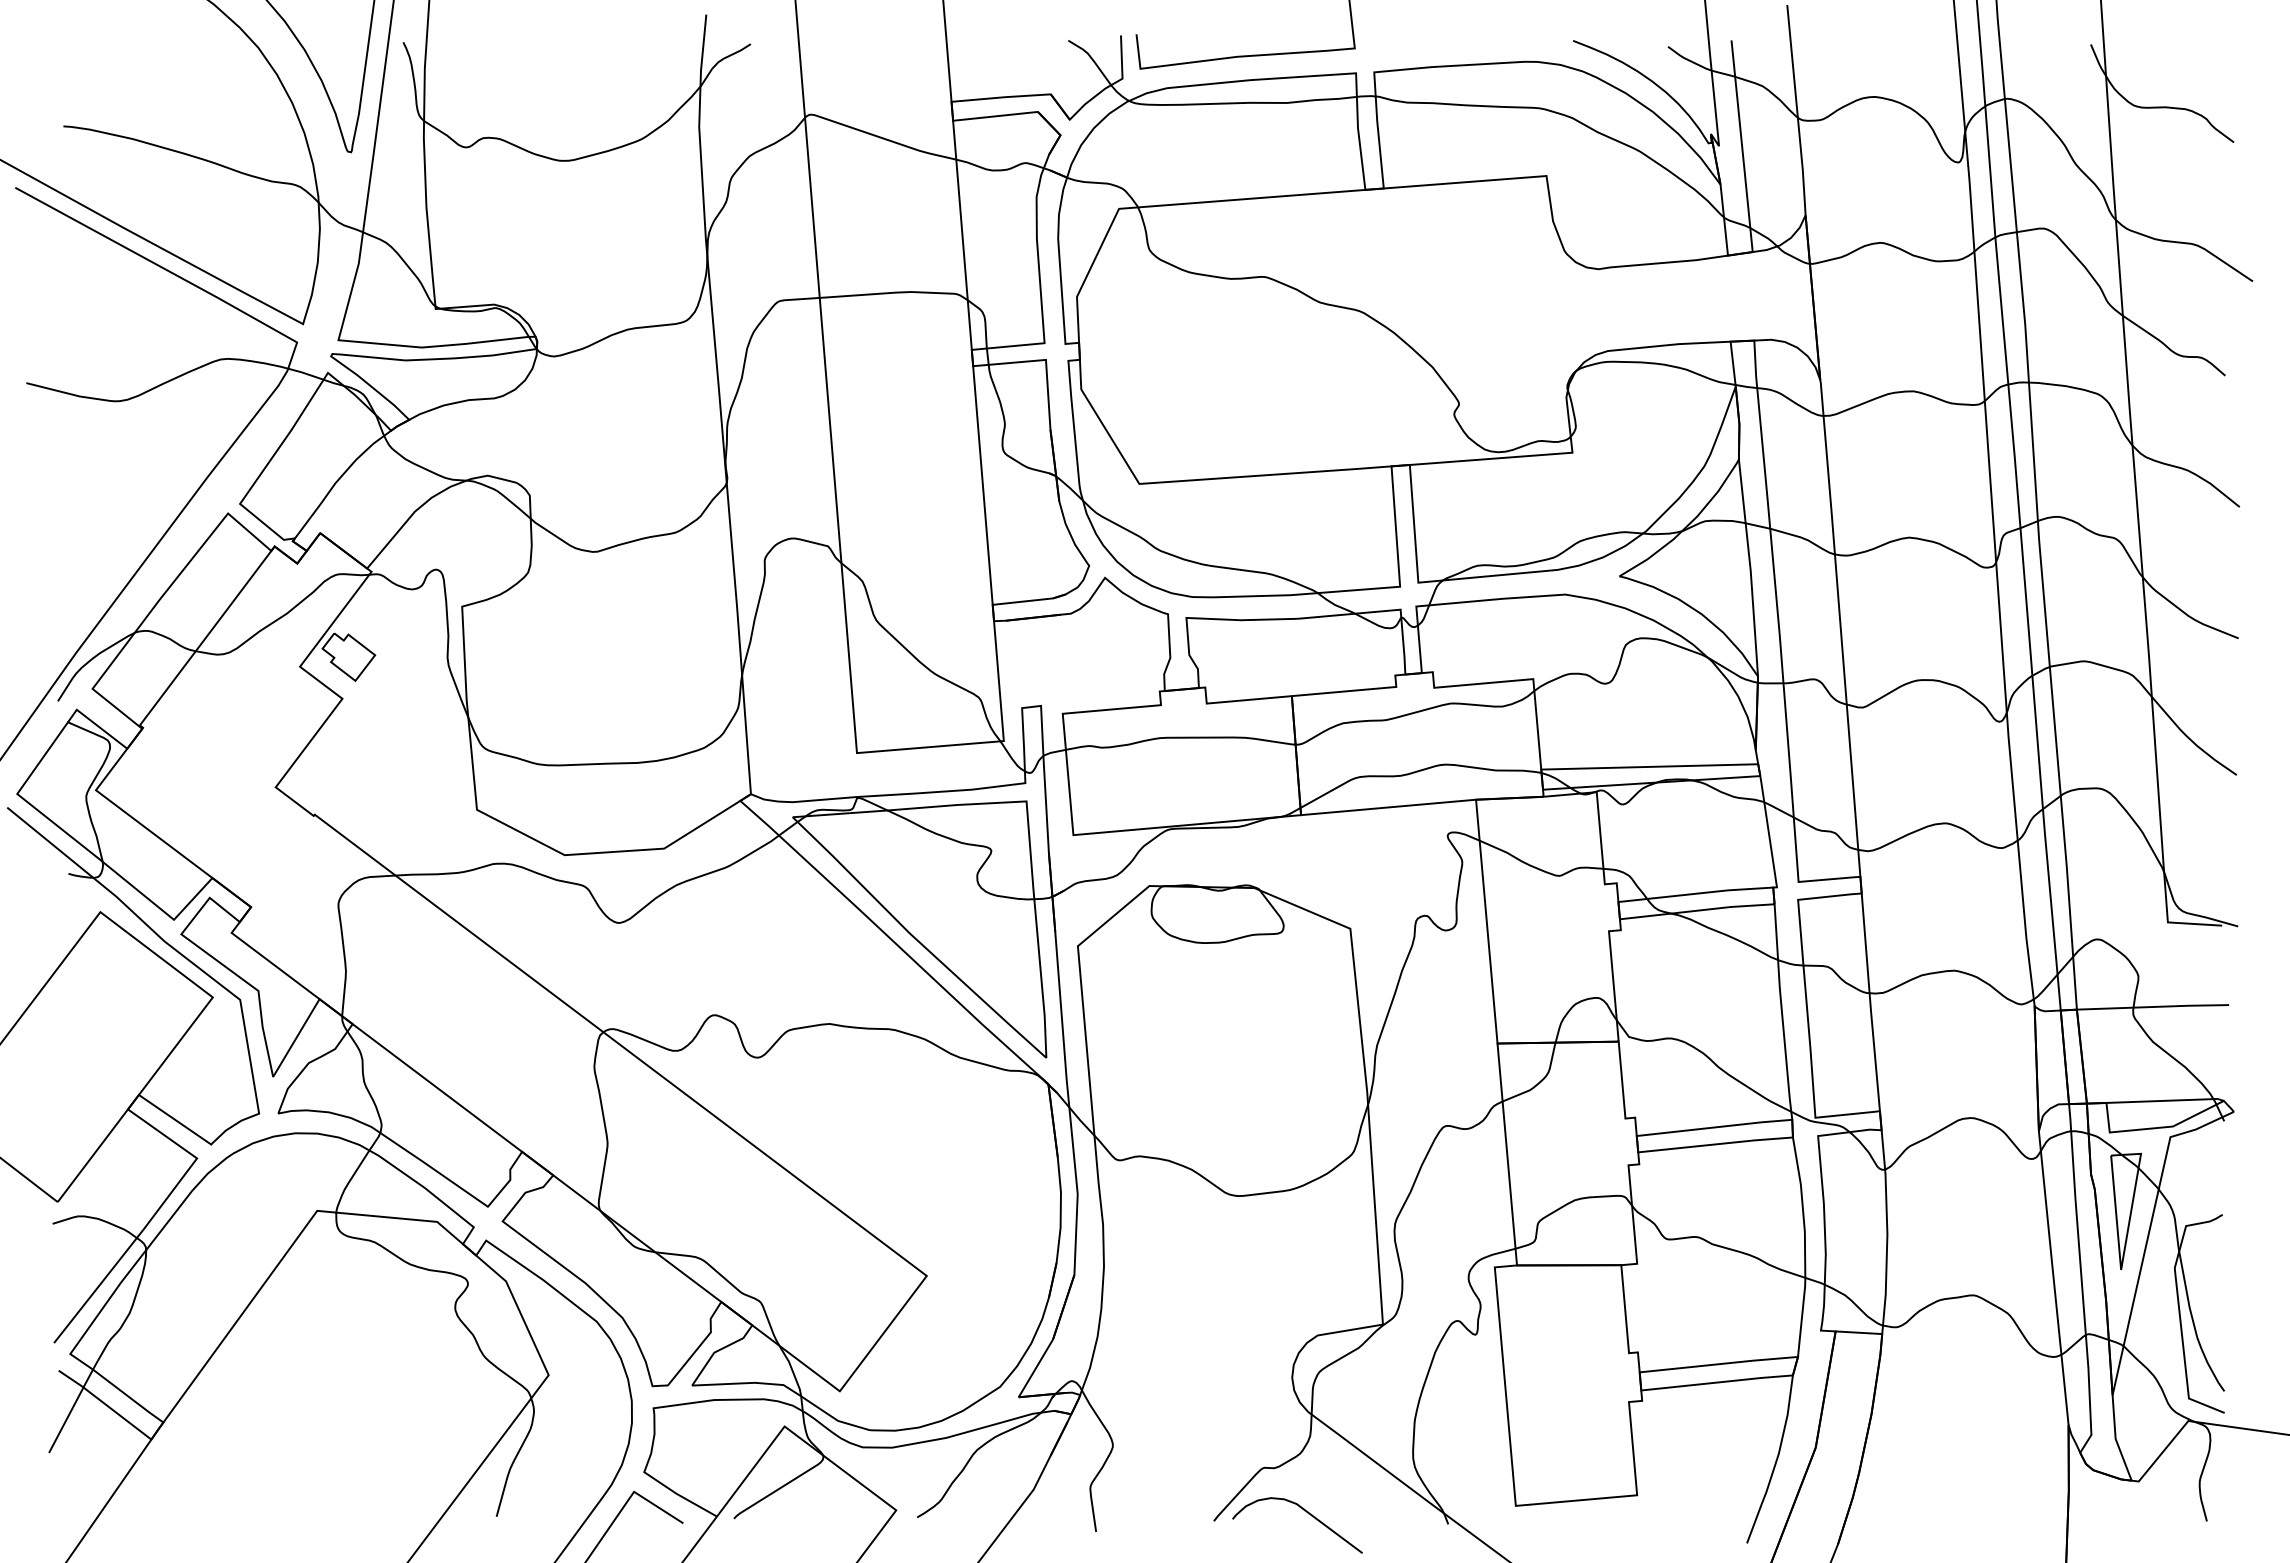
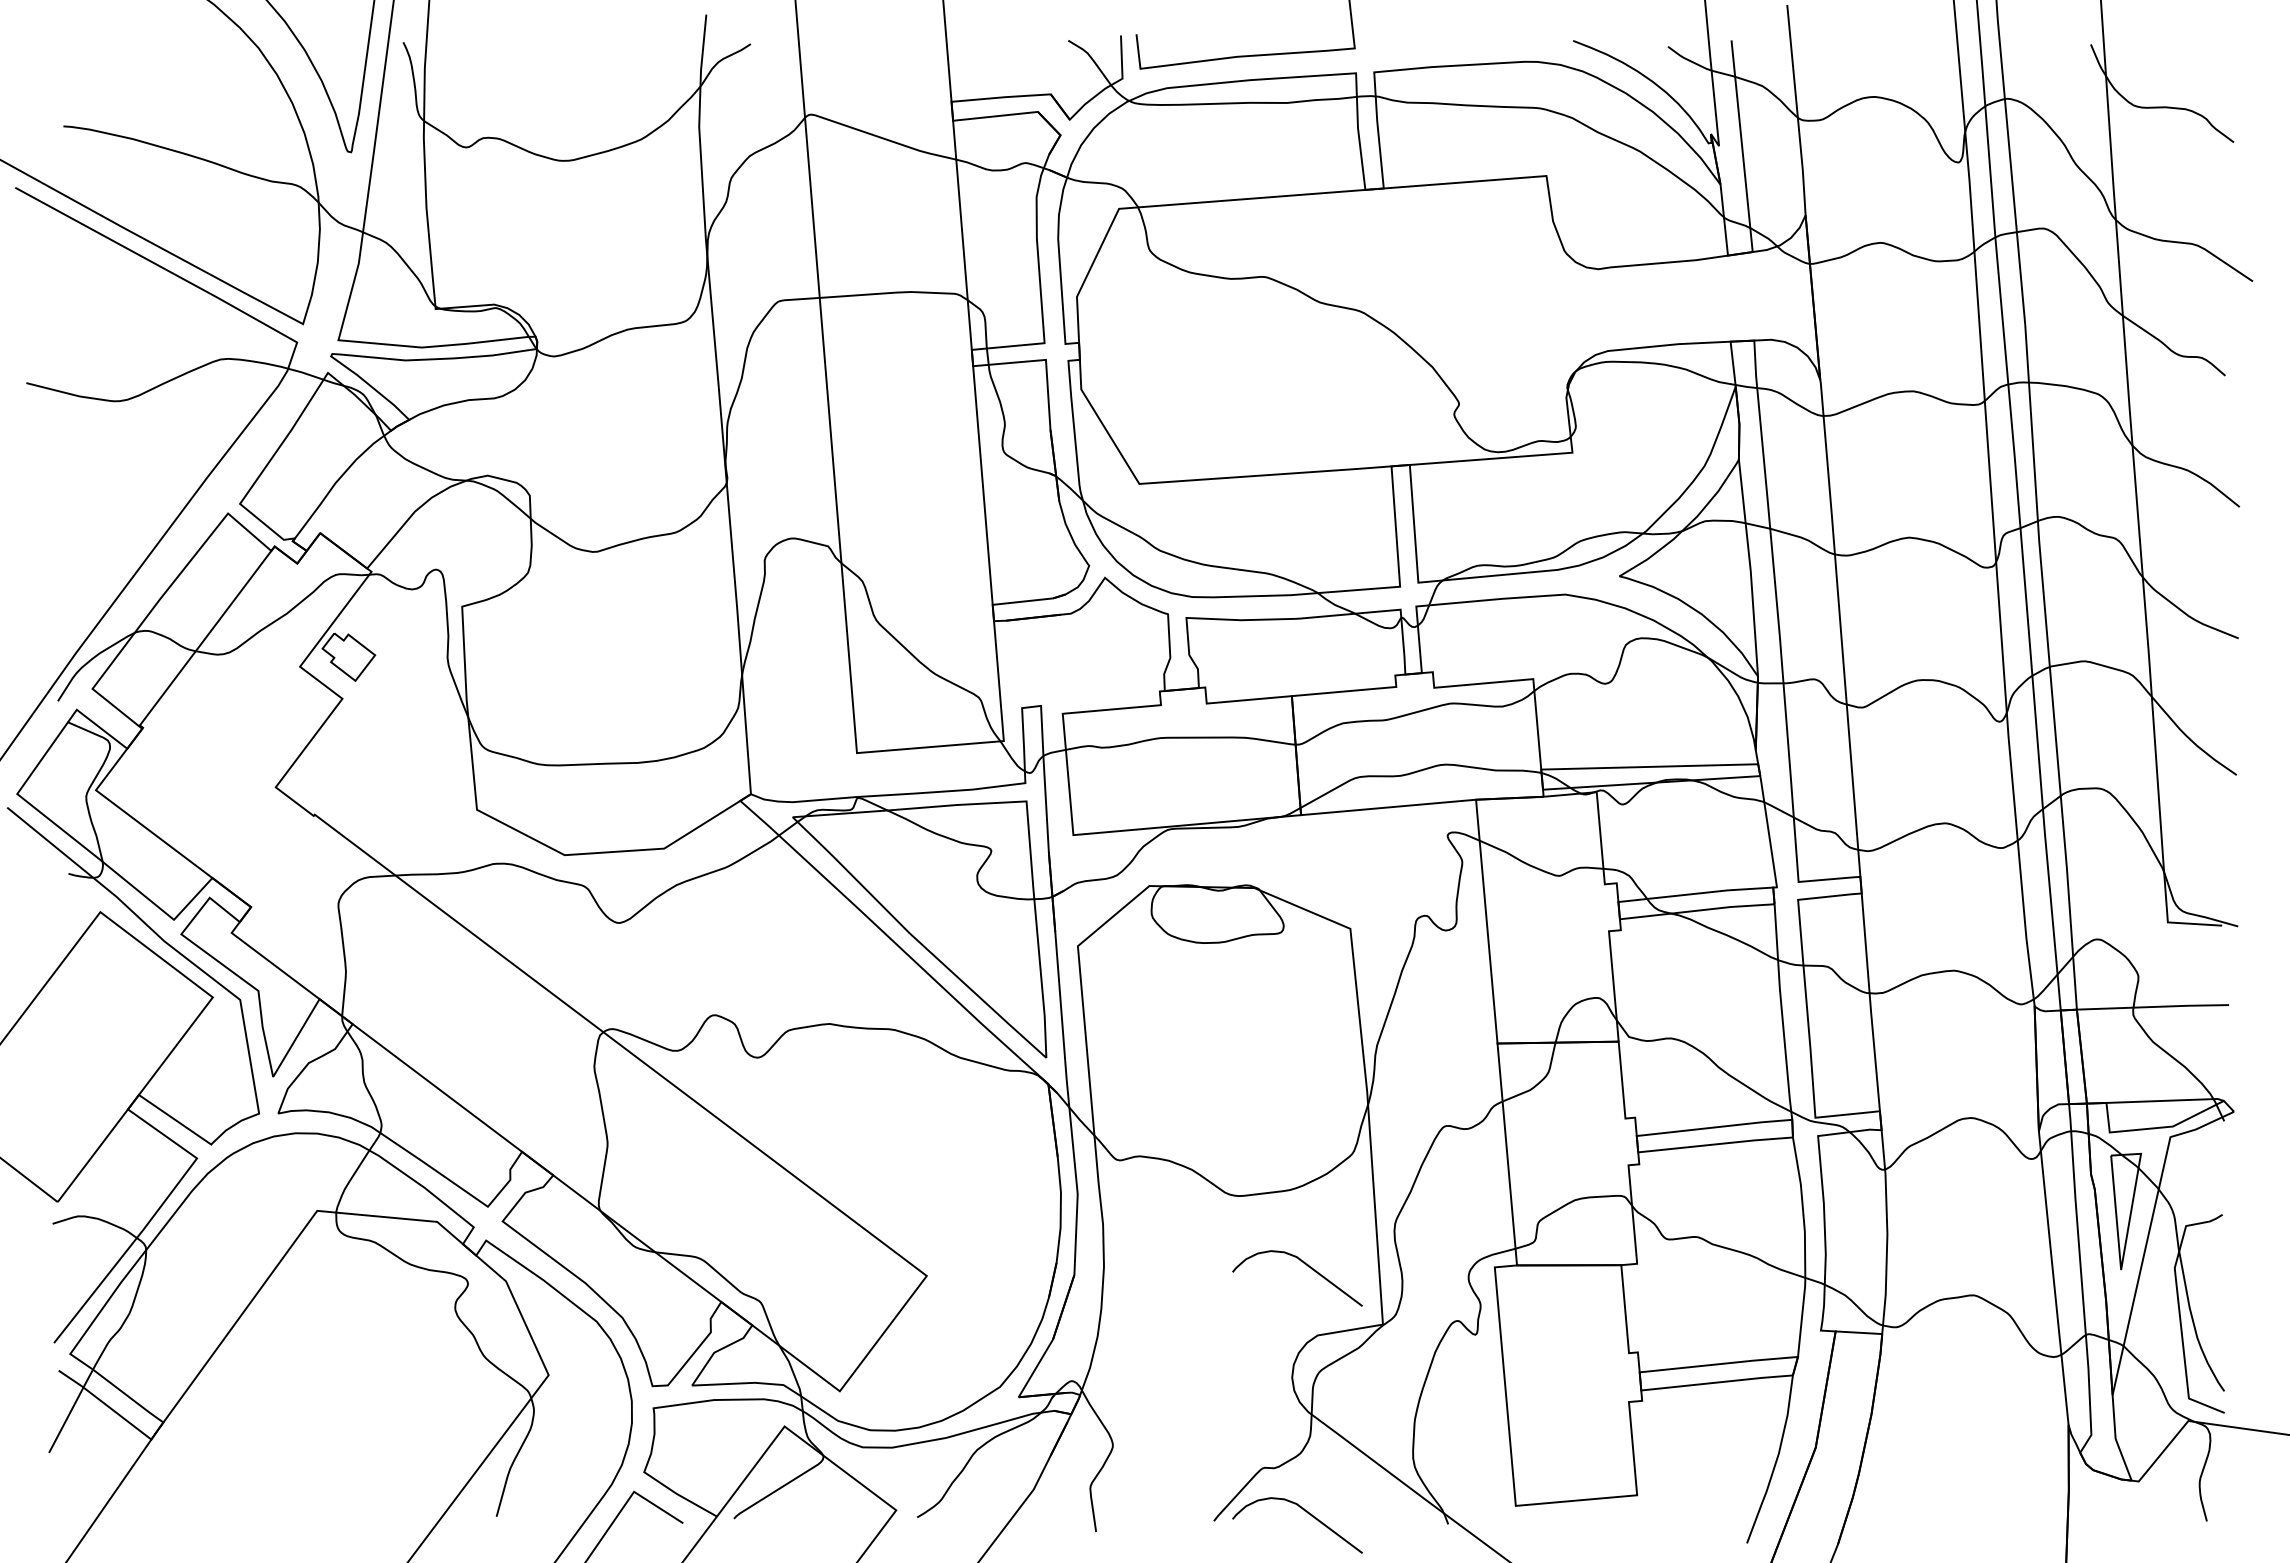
curve at (1308, 1267): none -> present
